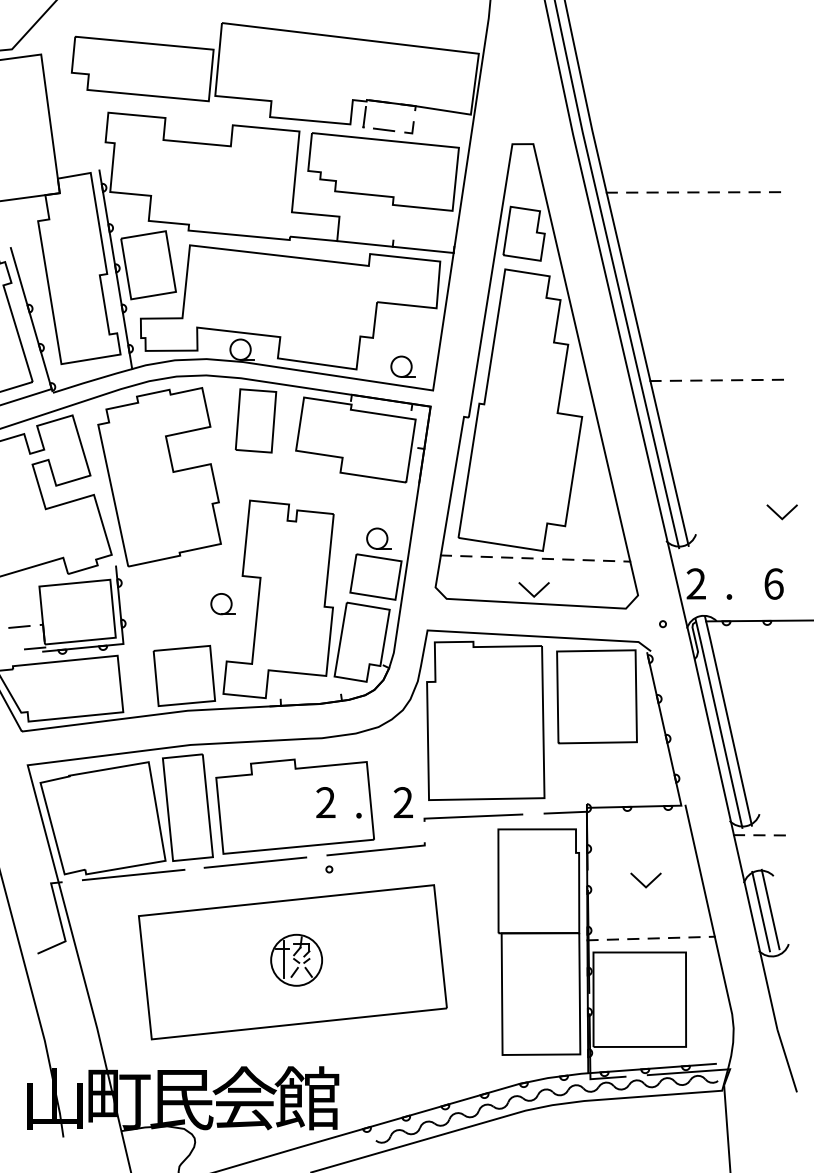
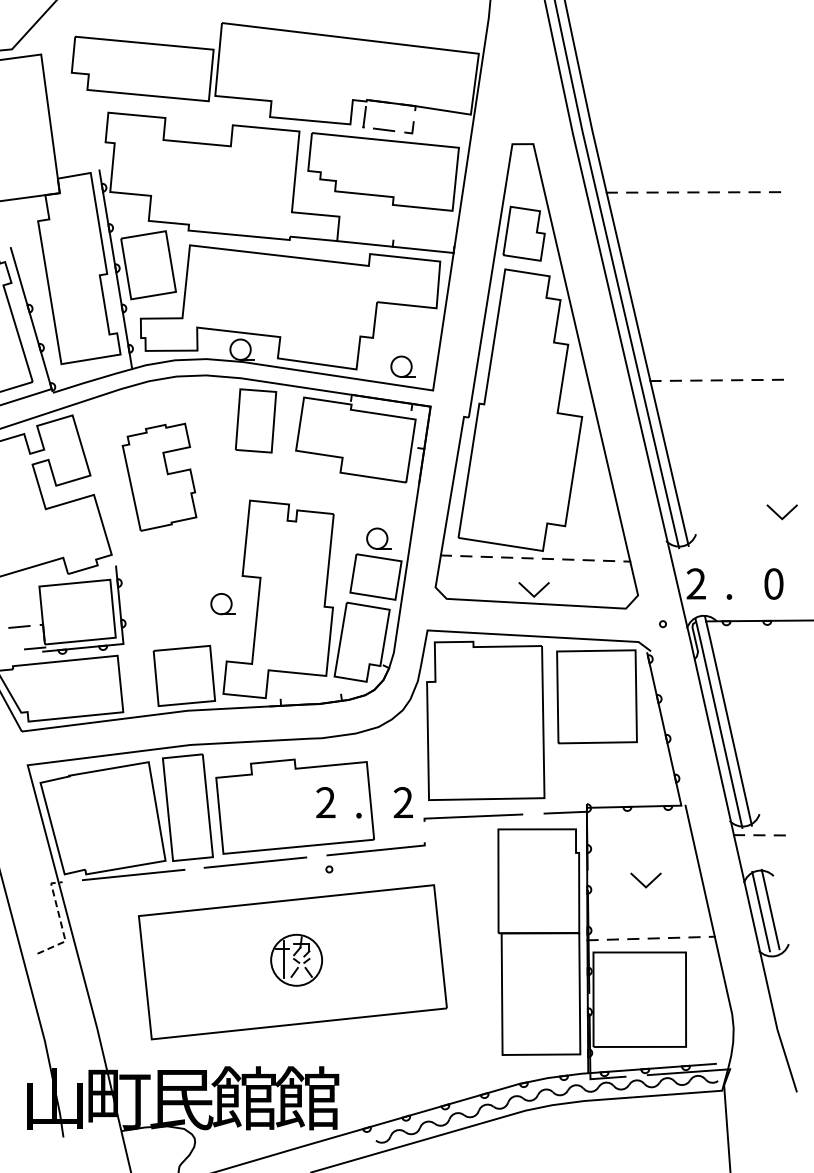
part at (159, 477) size: 125x181 px -> 77x110 px
text at (773, 583): 6 -> 0
line at (60, 921): solid -> dashed
text at (243, 1098): 会 -> 館
